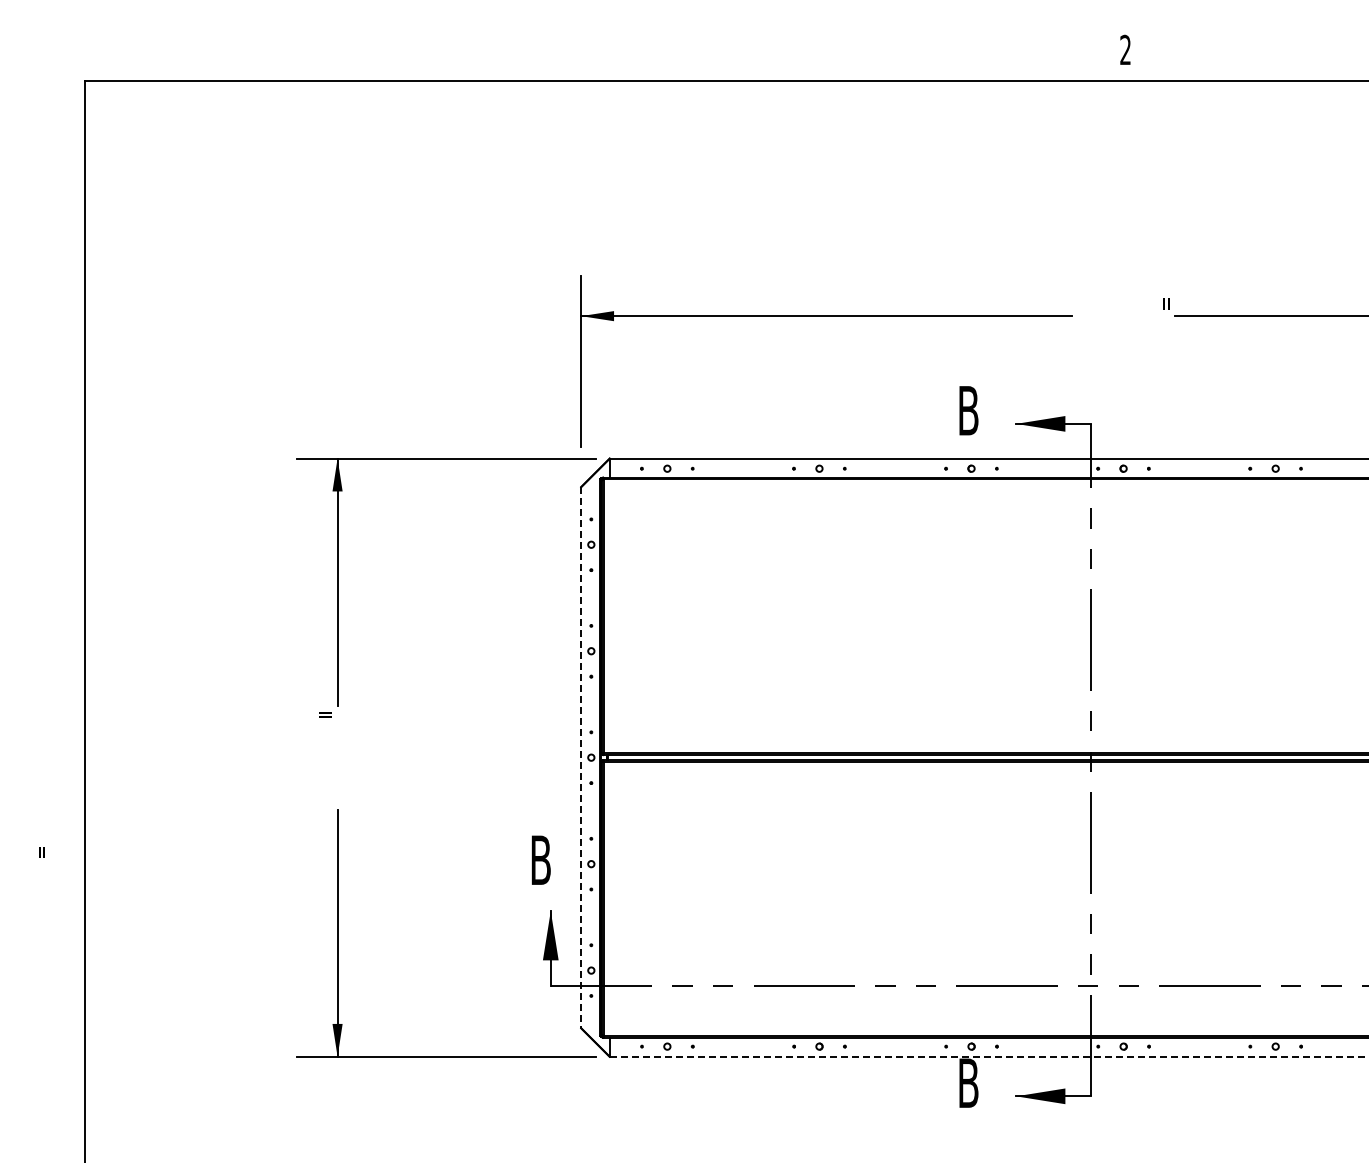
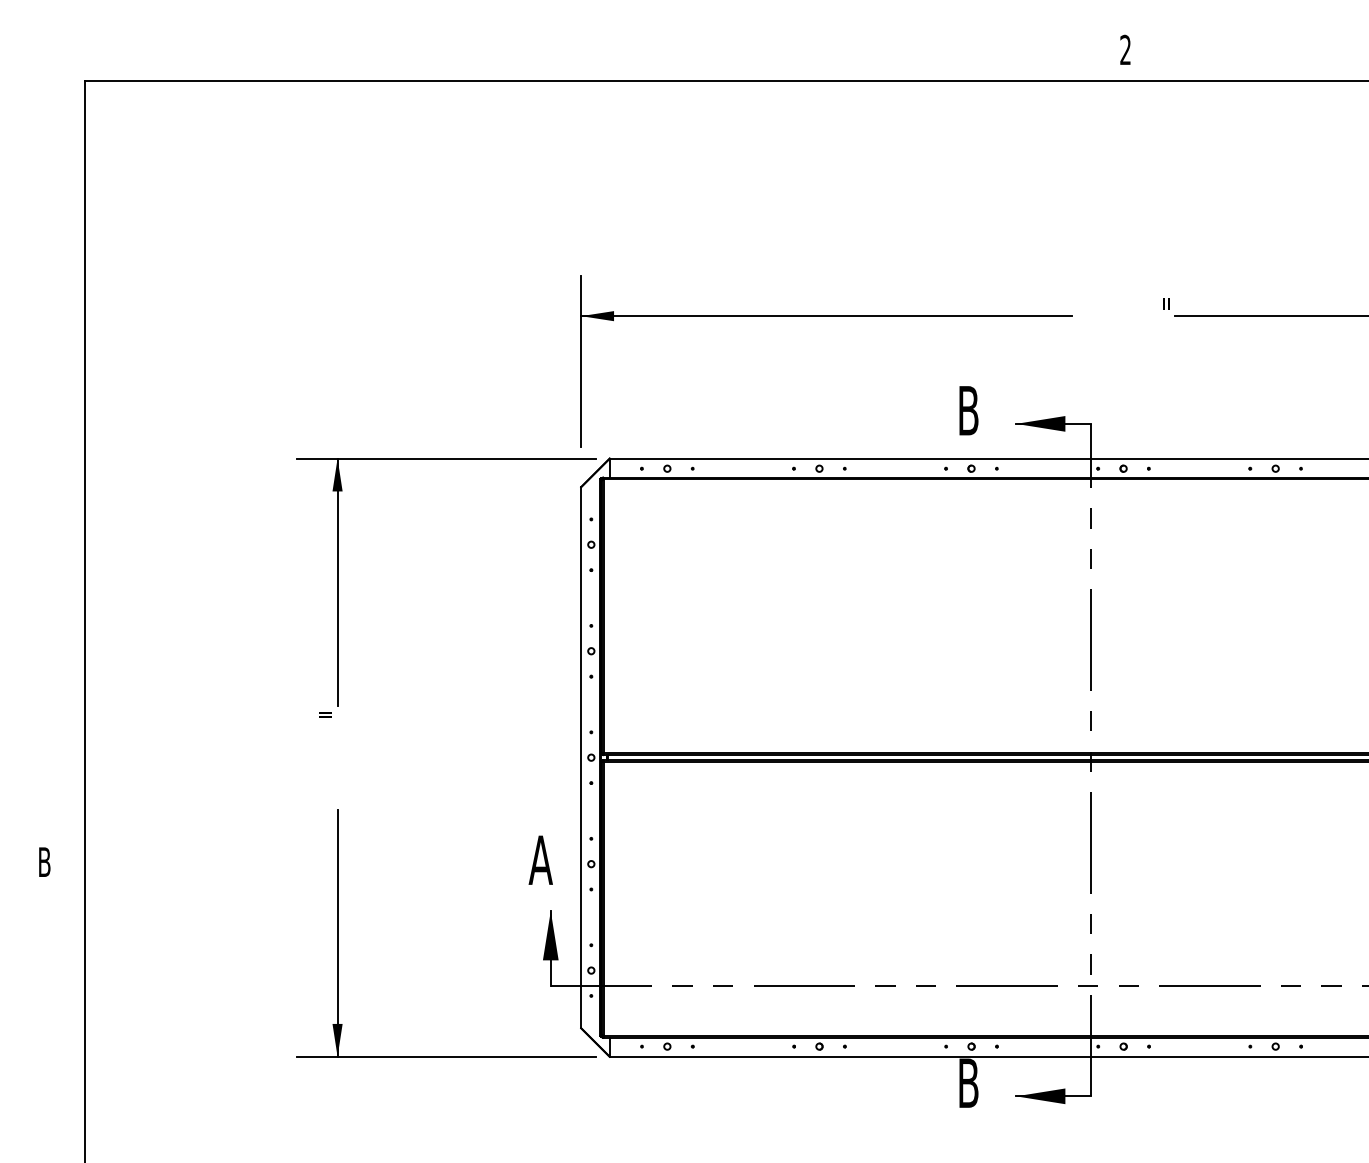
line at (581, 757): dashed -> solid
text at (540, 859): B -> A
text at (44, 861): " -> B
line at (989, 1056): dashed -> solid
